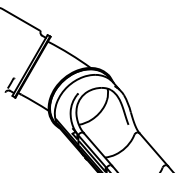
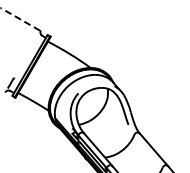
line at (19, 18): solid -> dashed
